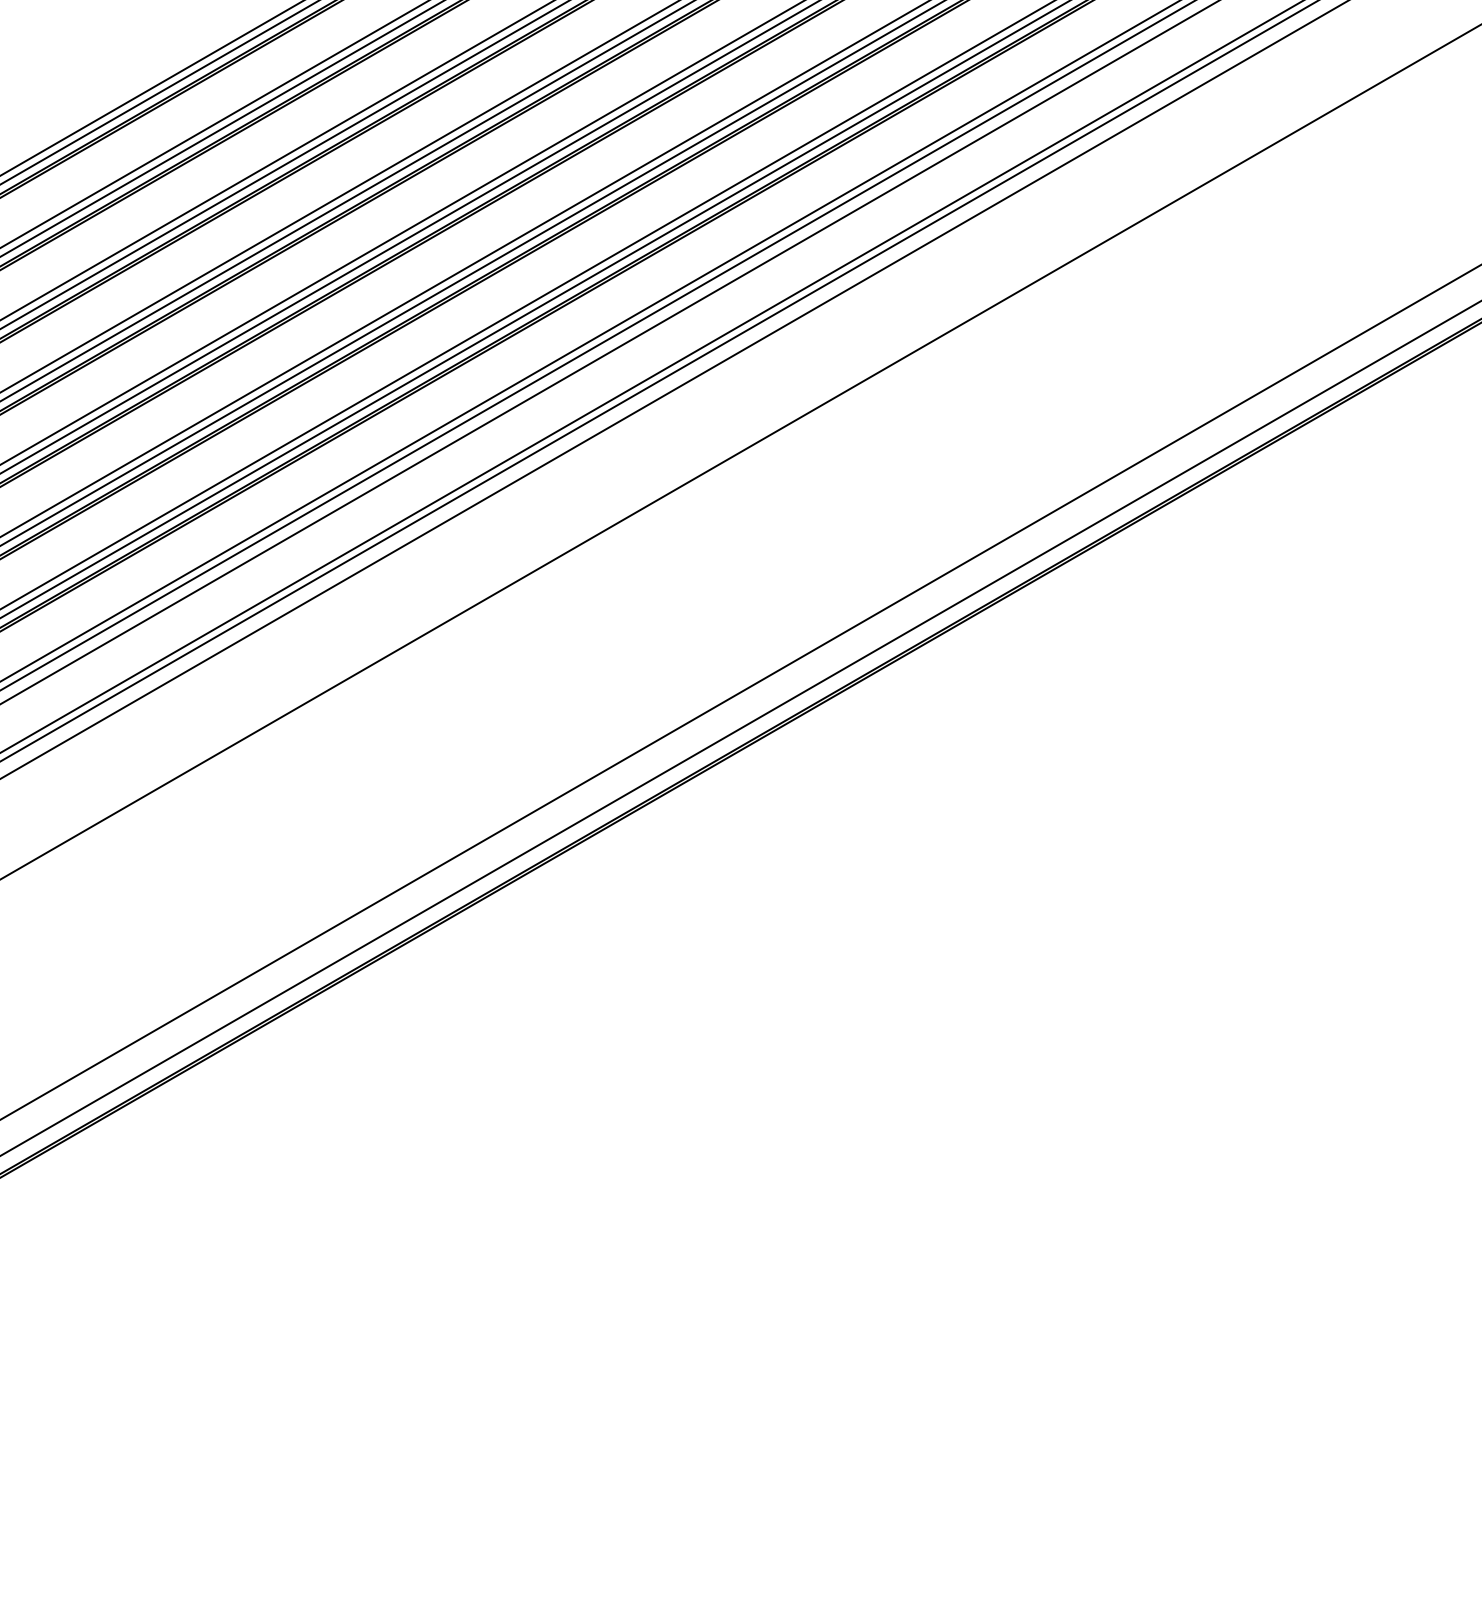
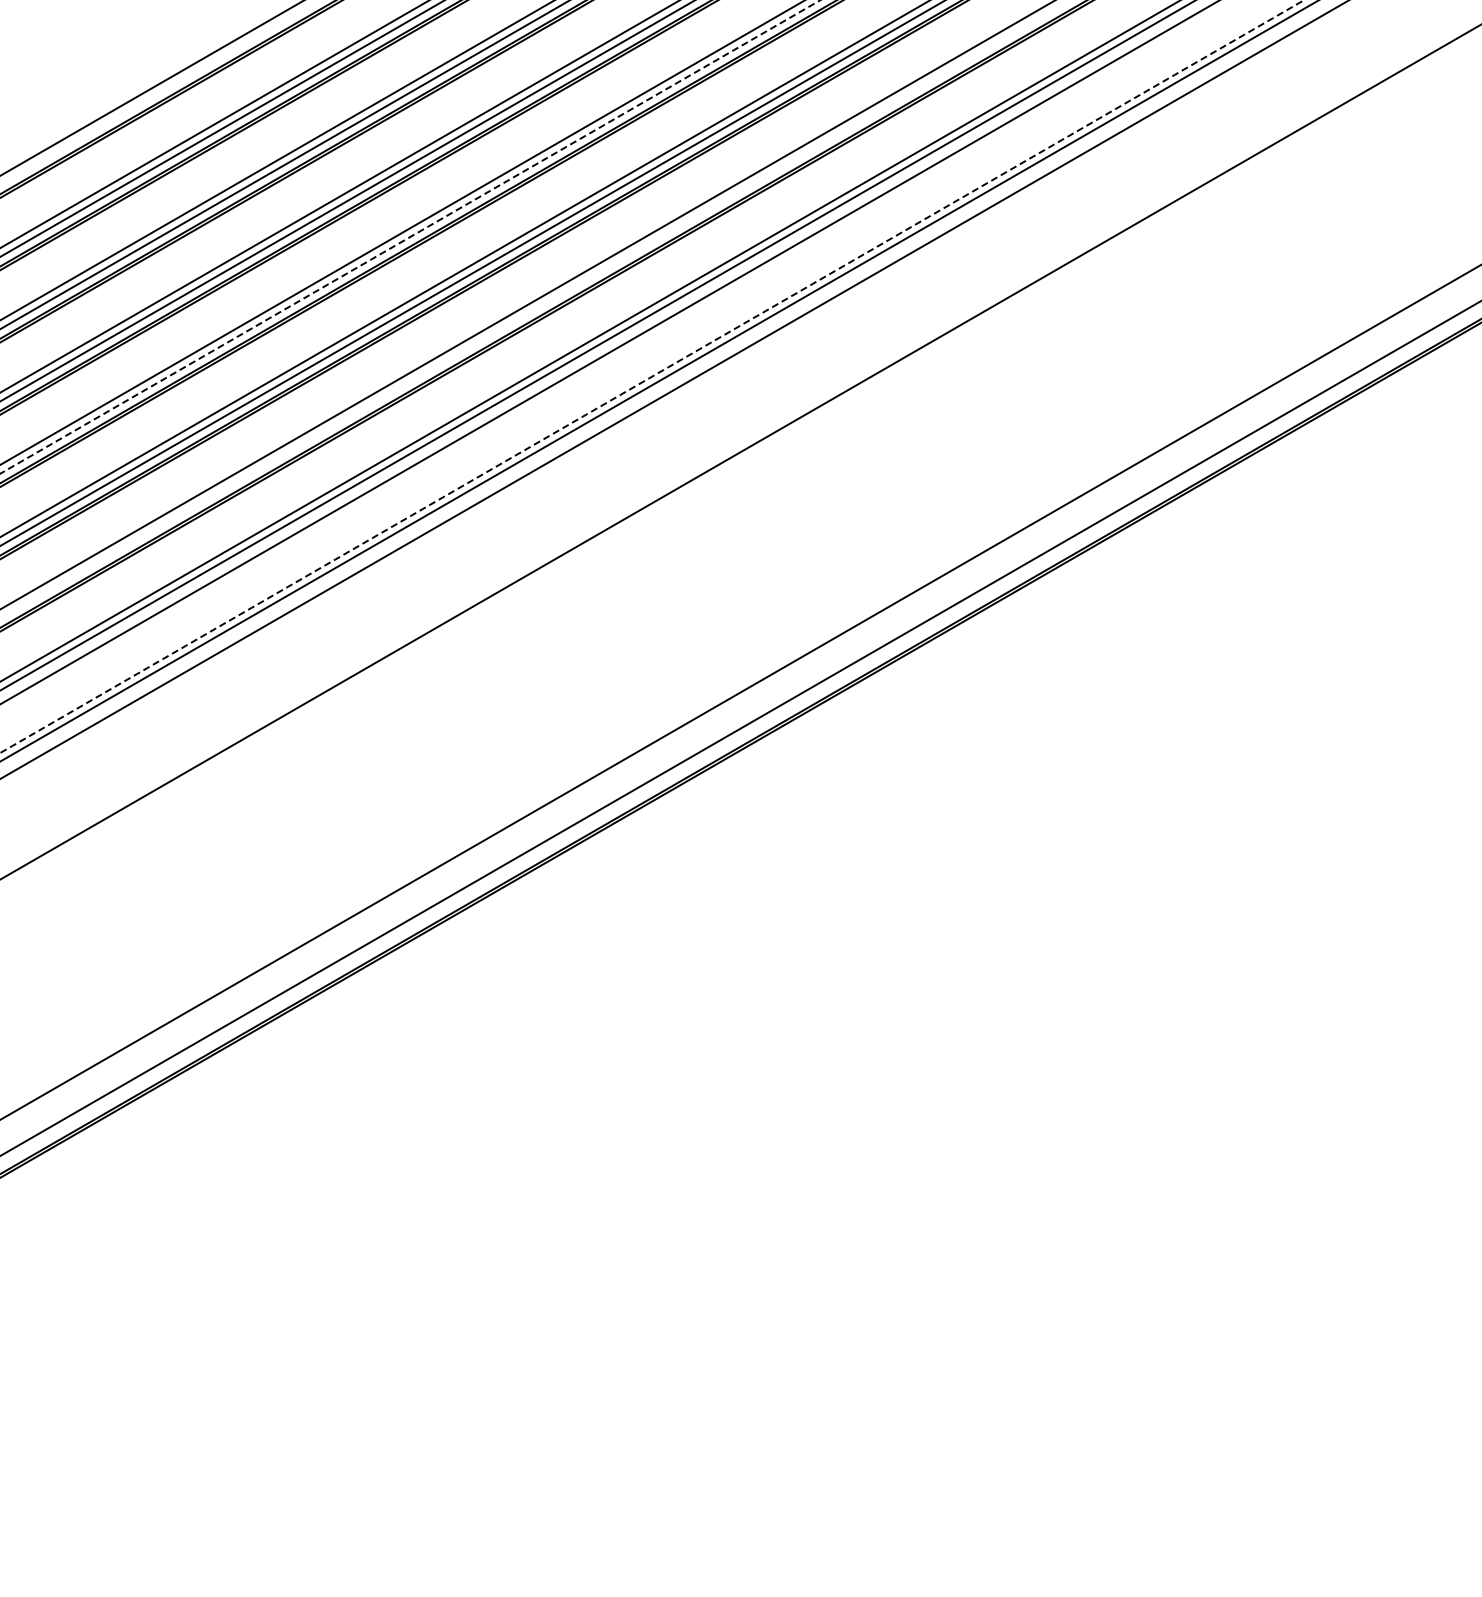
line at (159, 92): present -> none
line at (410, 236): solid -> dashed
line at (534, 309): present -> none
line at (652, 376): solid -> dashed
